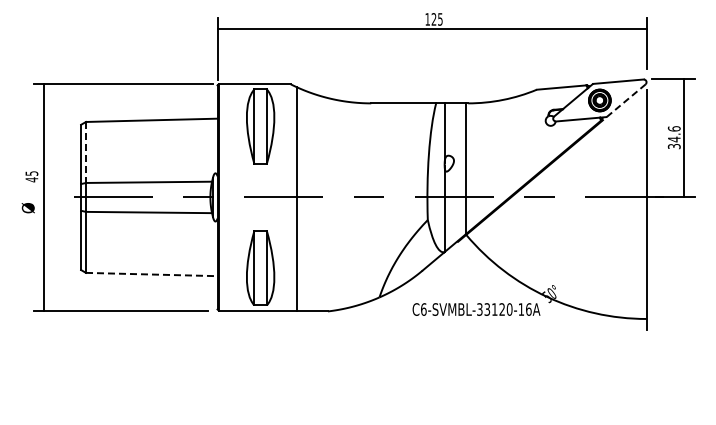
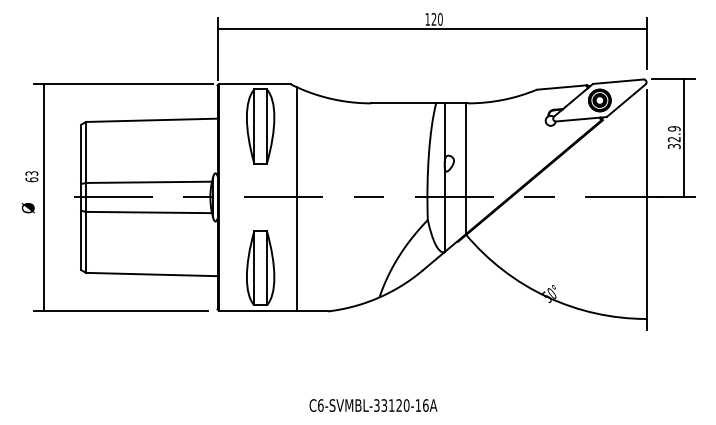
text at (440, 19): 125 -> 120
line at (626, 100): dashed -> solid
text at (673, 134): 34.6 -> 32.9
line at (86, 152): dashed -> solid
text at (31, 176): 45 -> 63
line at (151, 274): dashed -> solid
text at (476, 309) position: (476, 309) -> (373, 405)
